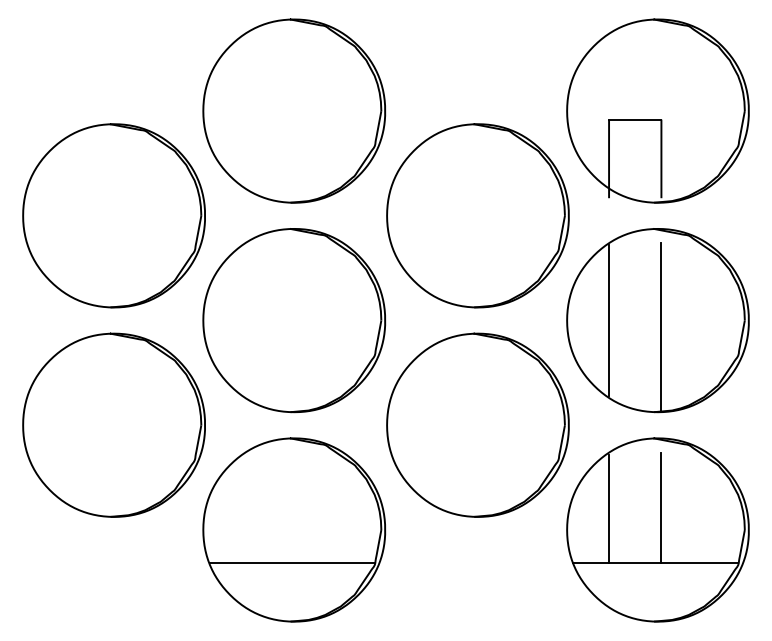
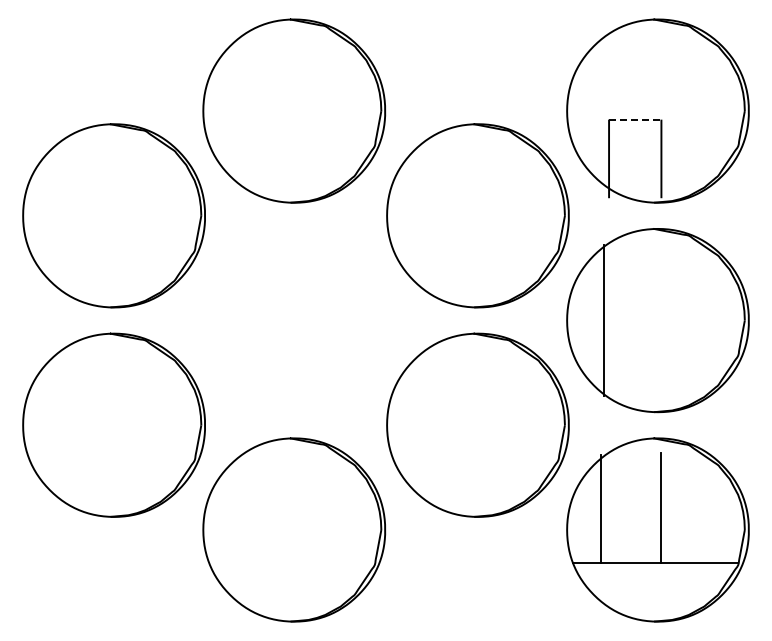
line at (635, 119): solid -> dashed
part at (294, 320): present -> none
line at (609, 320) position: (609, 320) -> (604, 320)
line at (661, 326): present -> none
line at (609, 508) position: (609, 508) -> (601, 508)
line at (291, 563): present -> none
